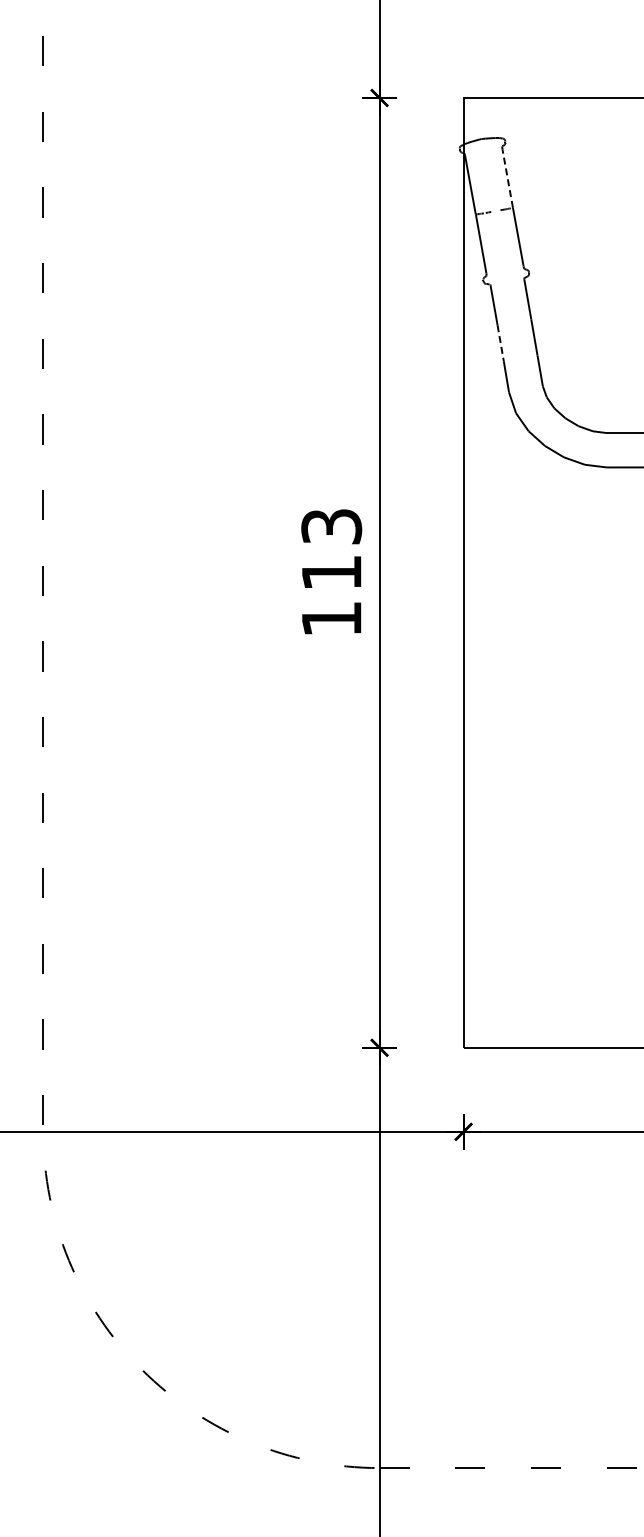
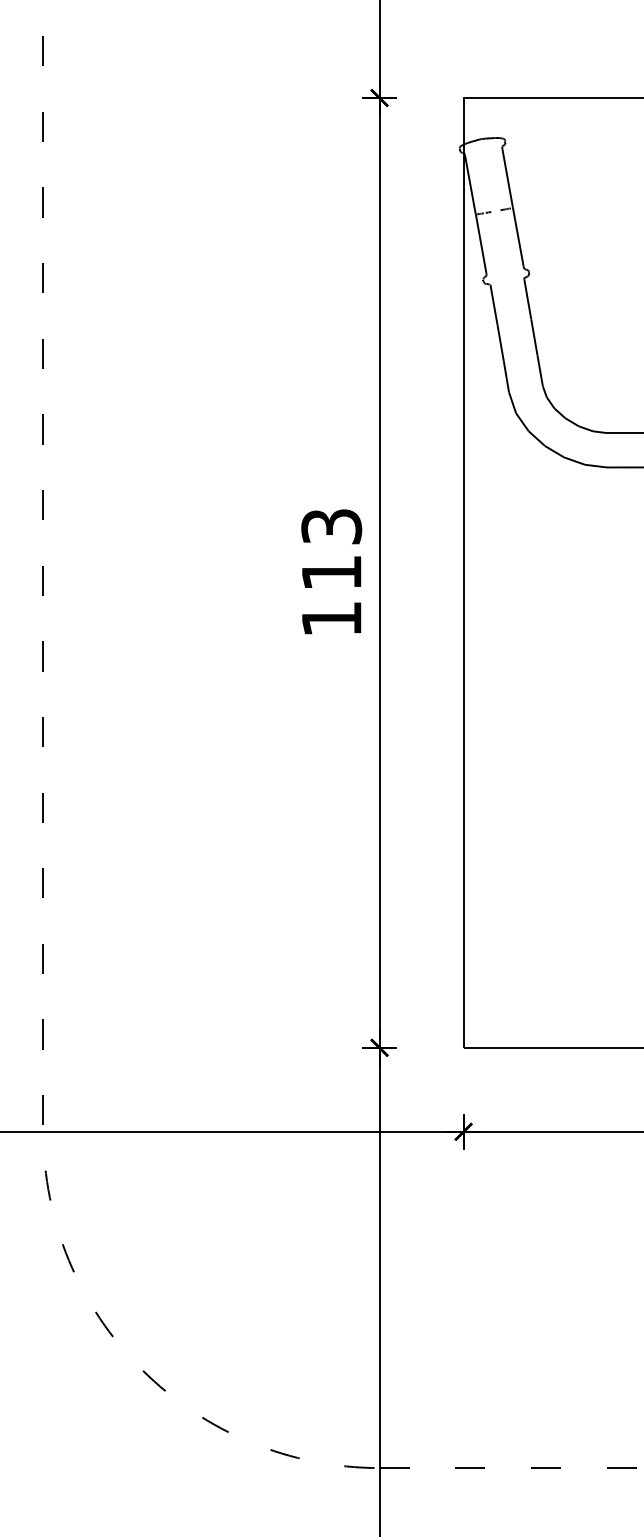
line at (507, 178): dashed -> solid
line at (500, 343): dashed -> solid
